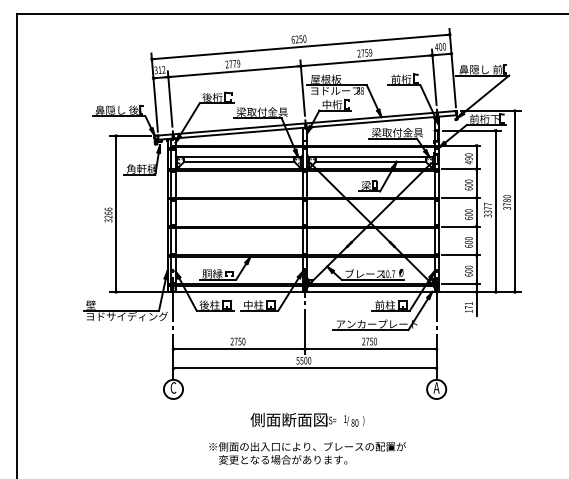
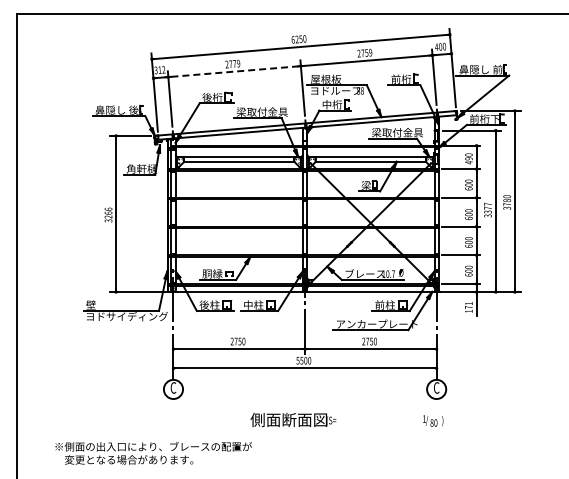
line at (234, 71): solid -> dashed
text at (436, 387): A -> C
text at (354, 420) position: (354, 420) -> (433, 420)
text at (307, 453) position: (307, 453) -> (153, 453)
